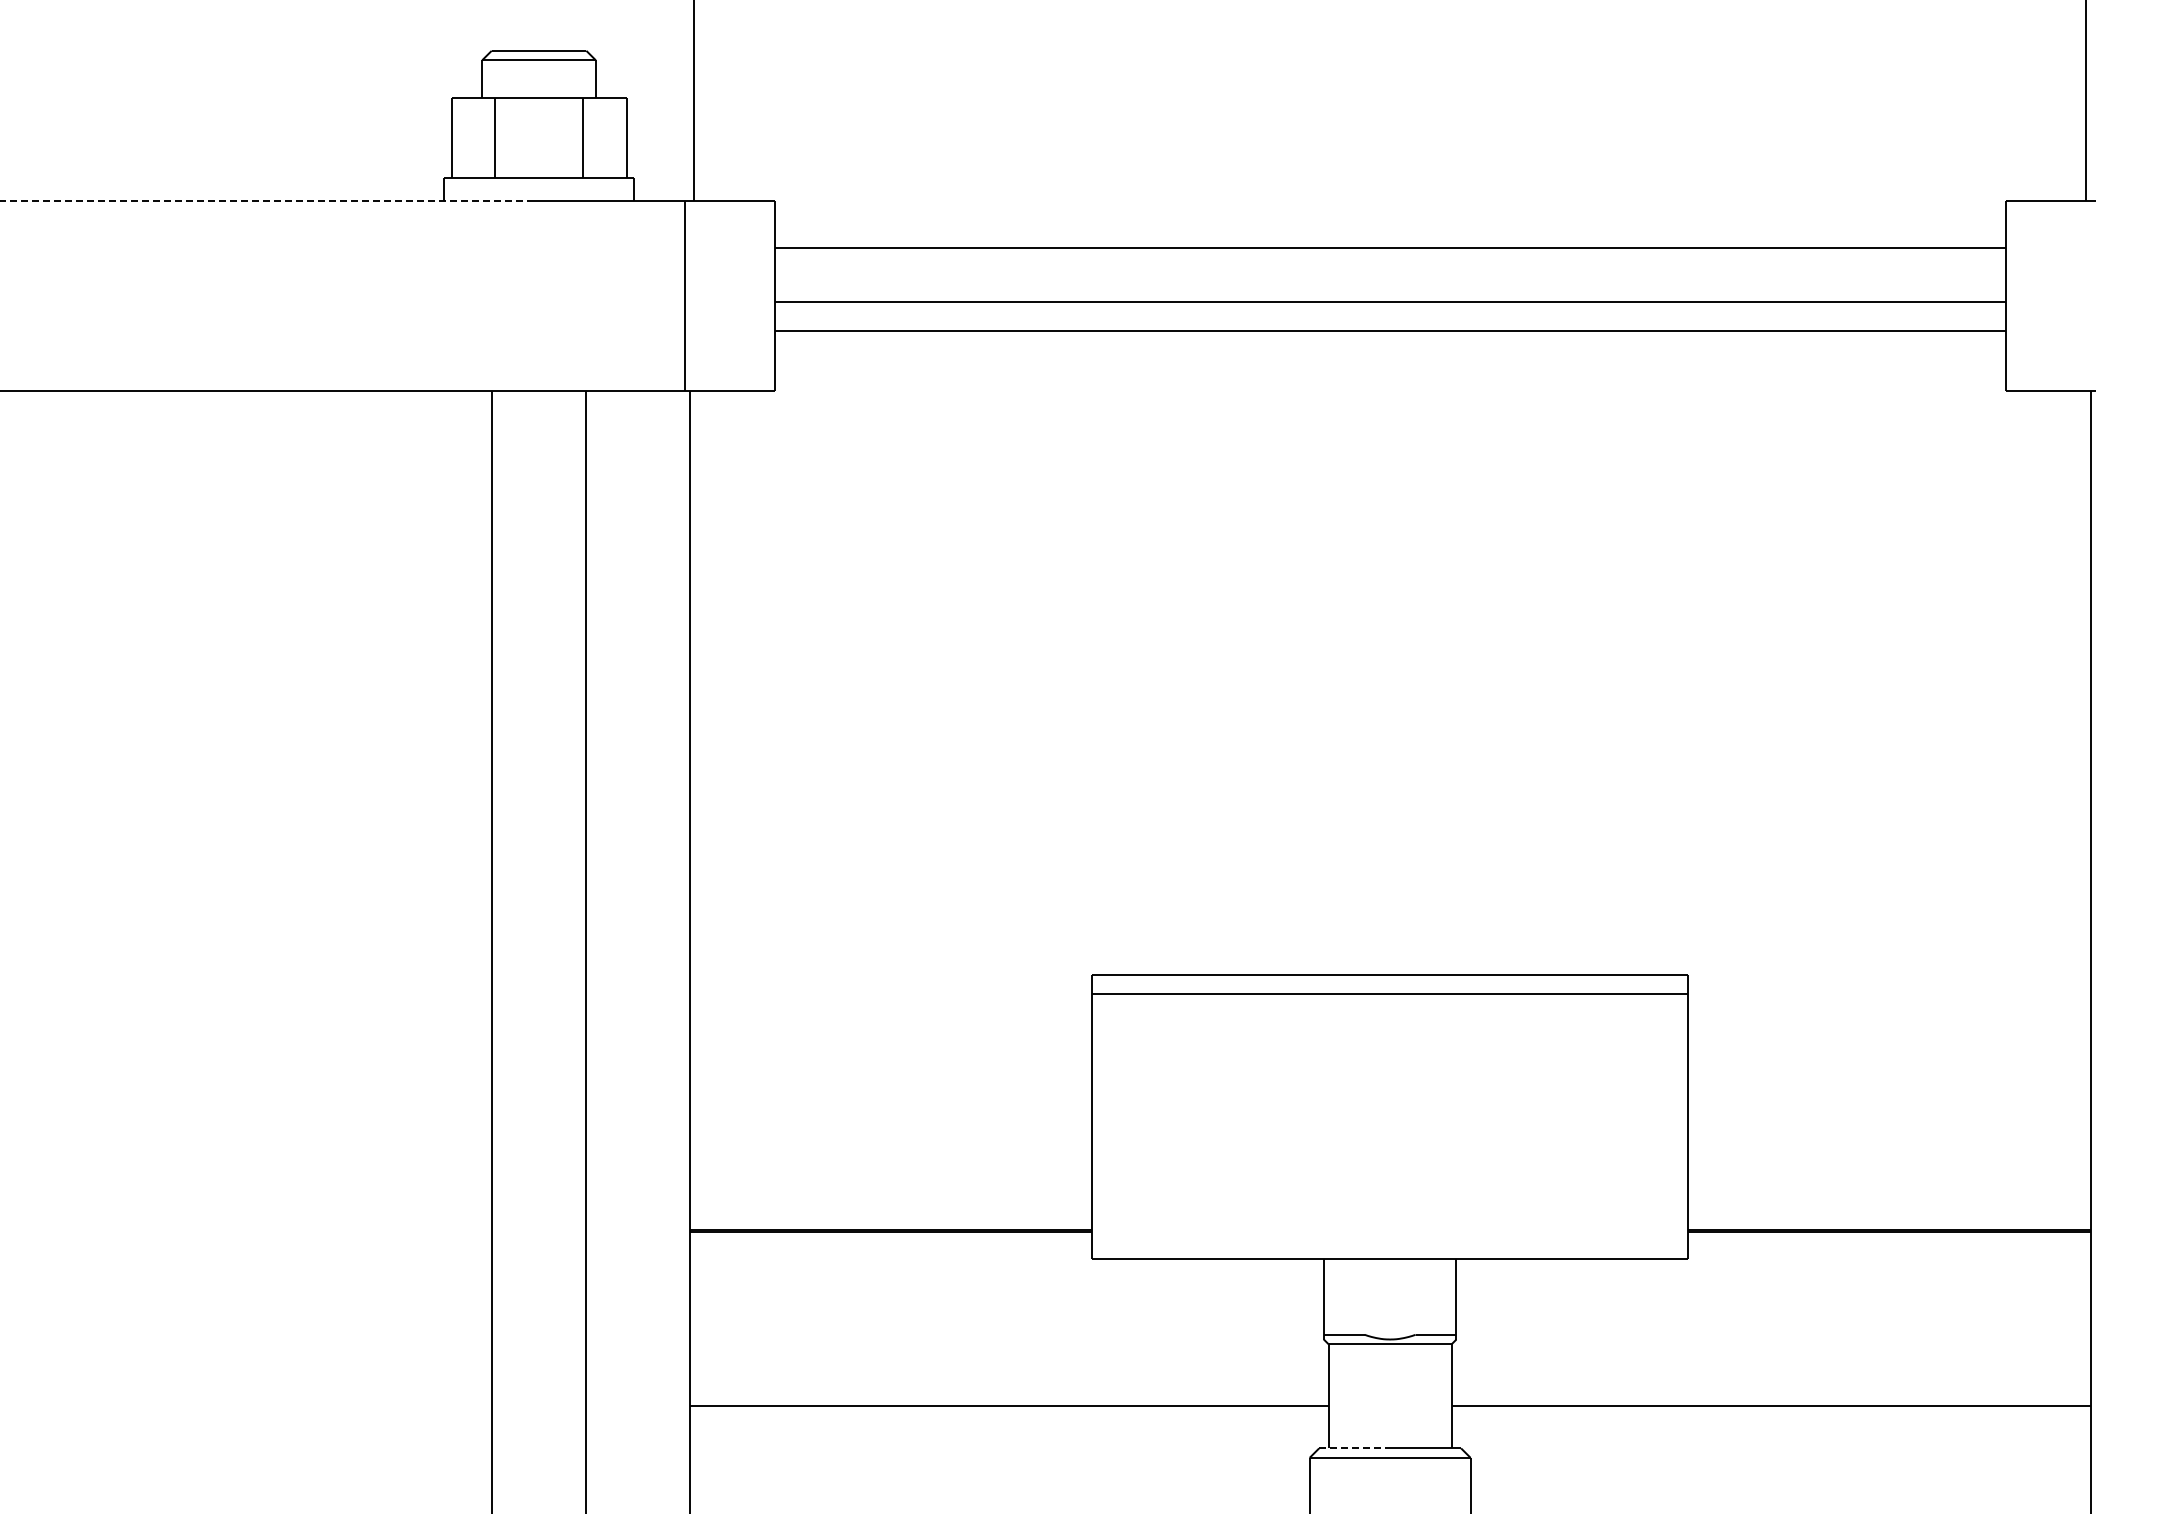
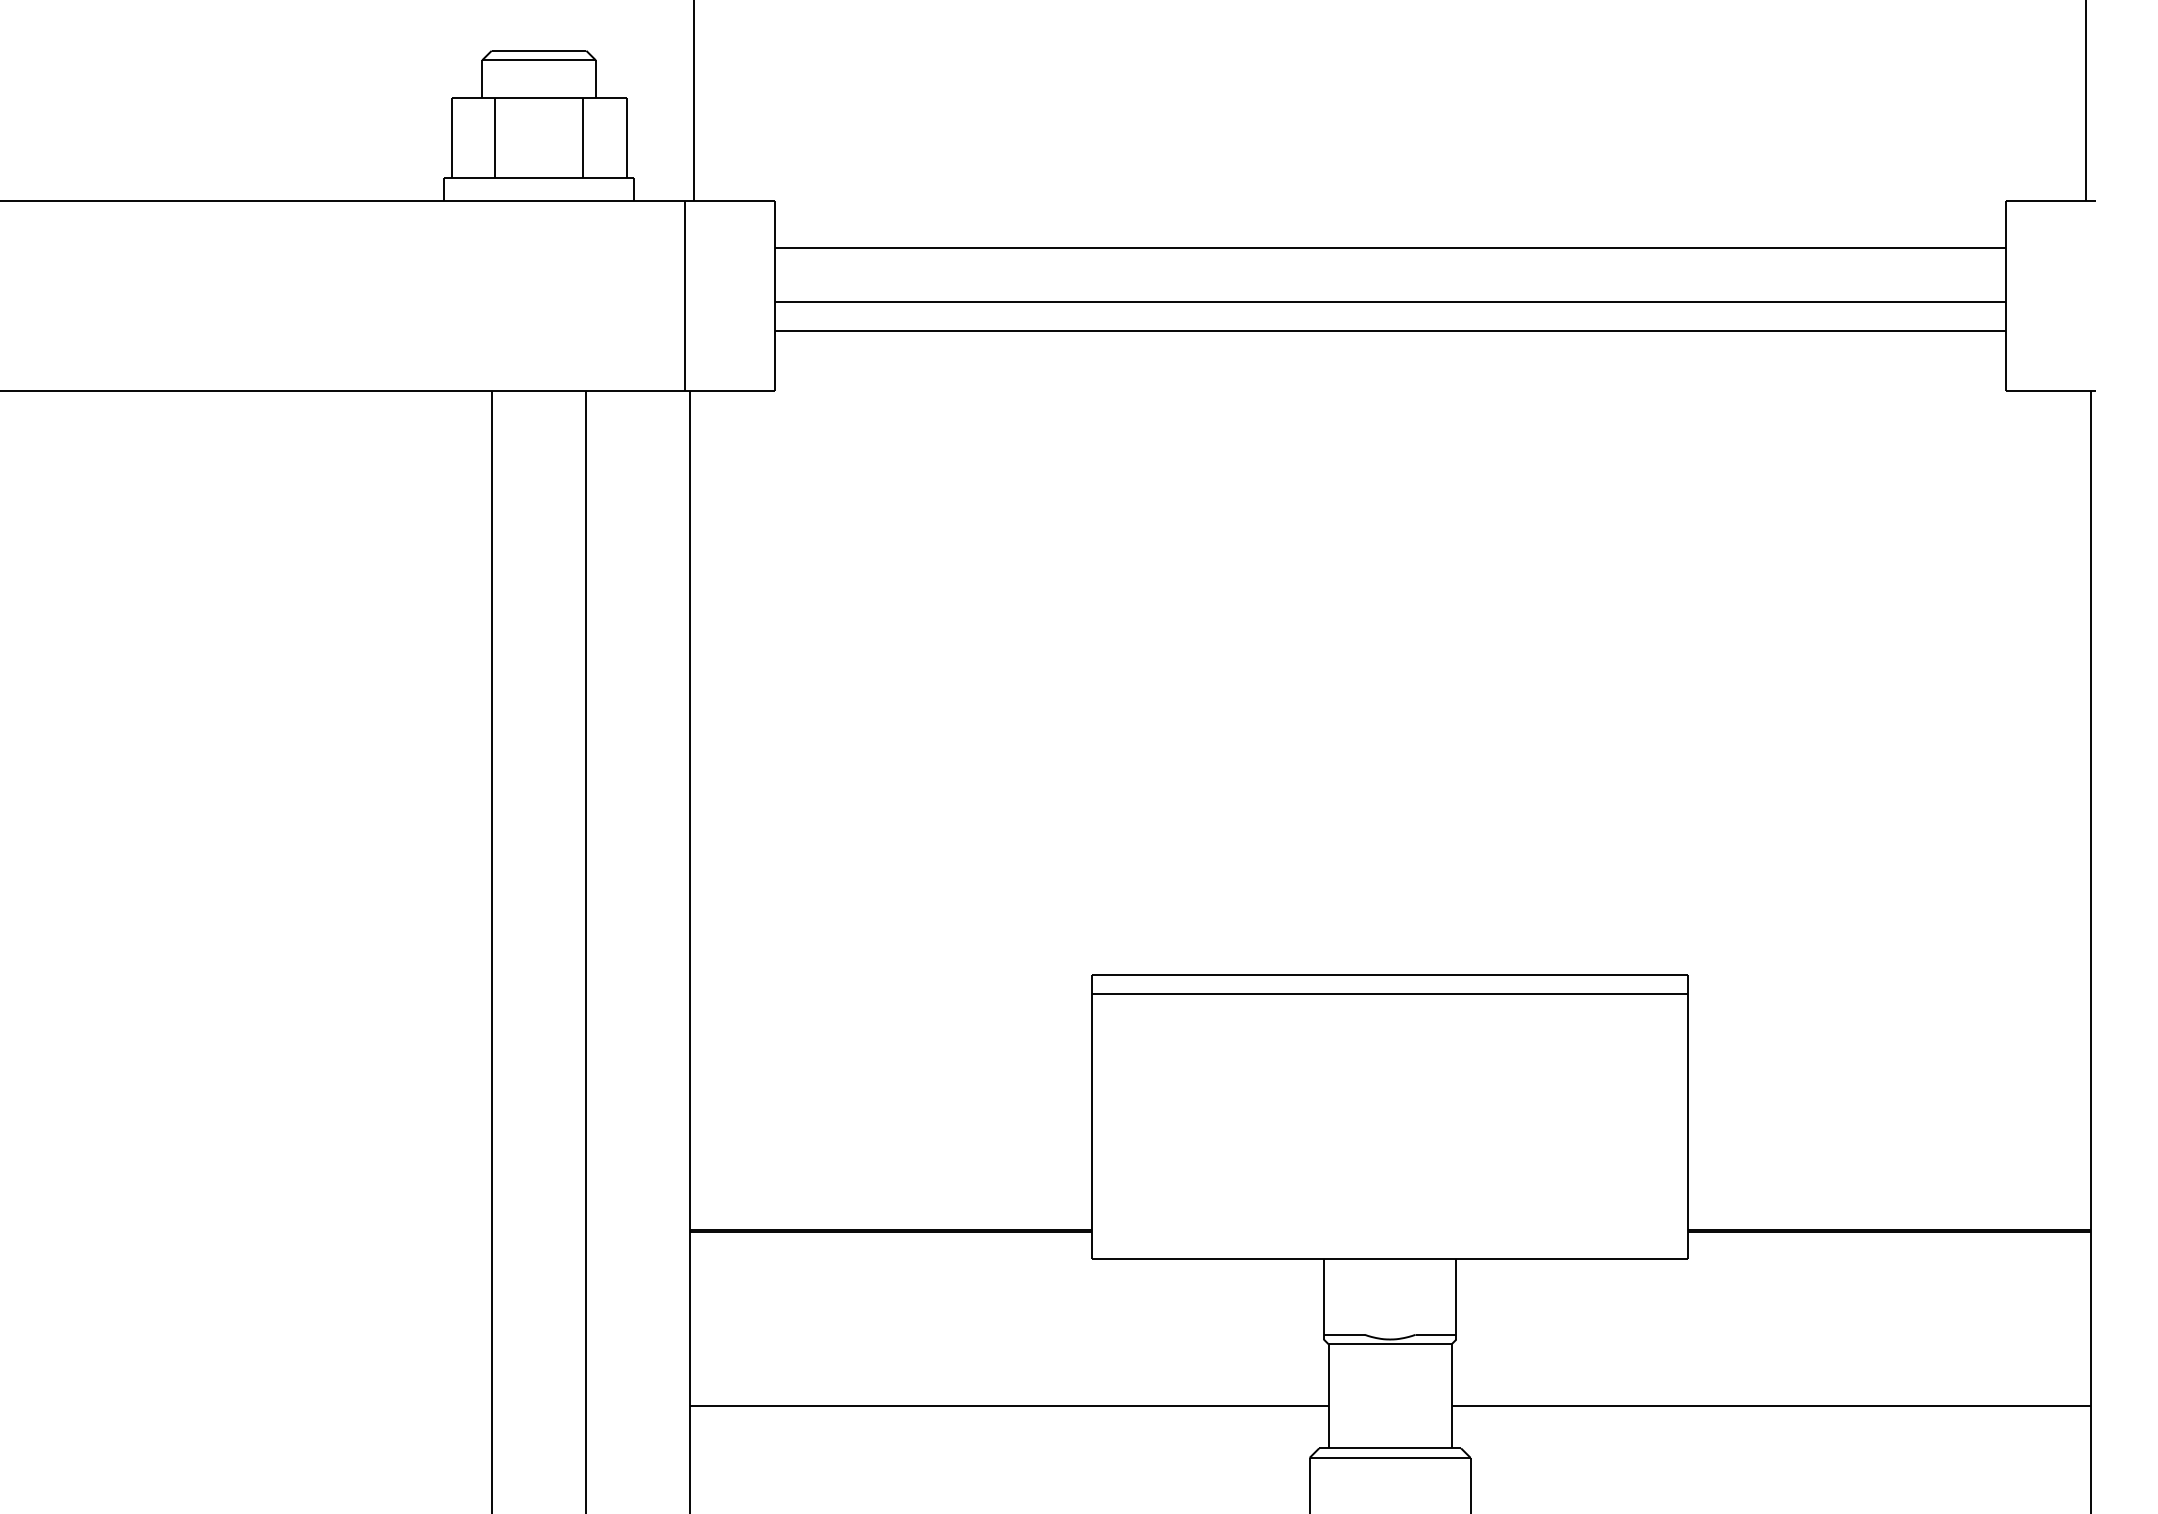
line at (266, 201): dashed -> solid
line at (1354, 1448): dashed -> solid
